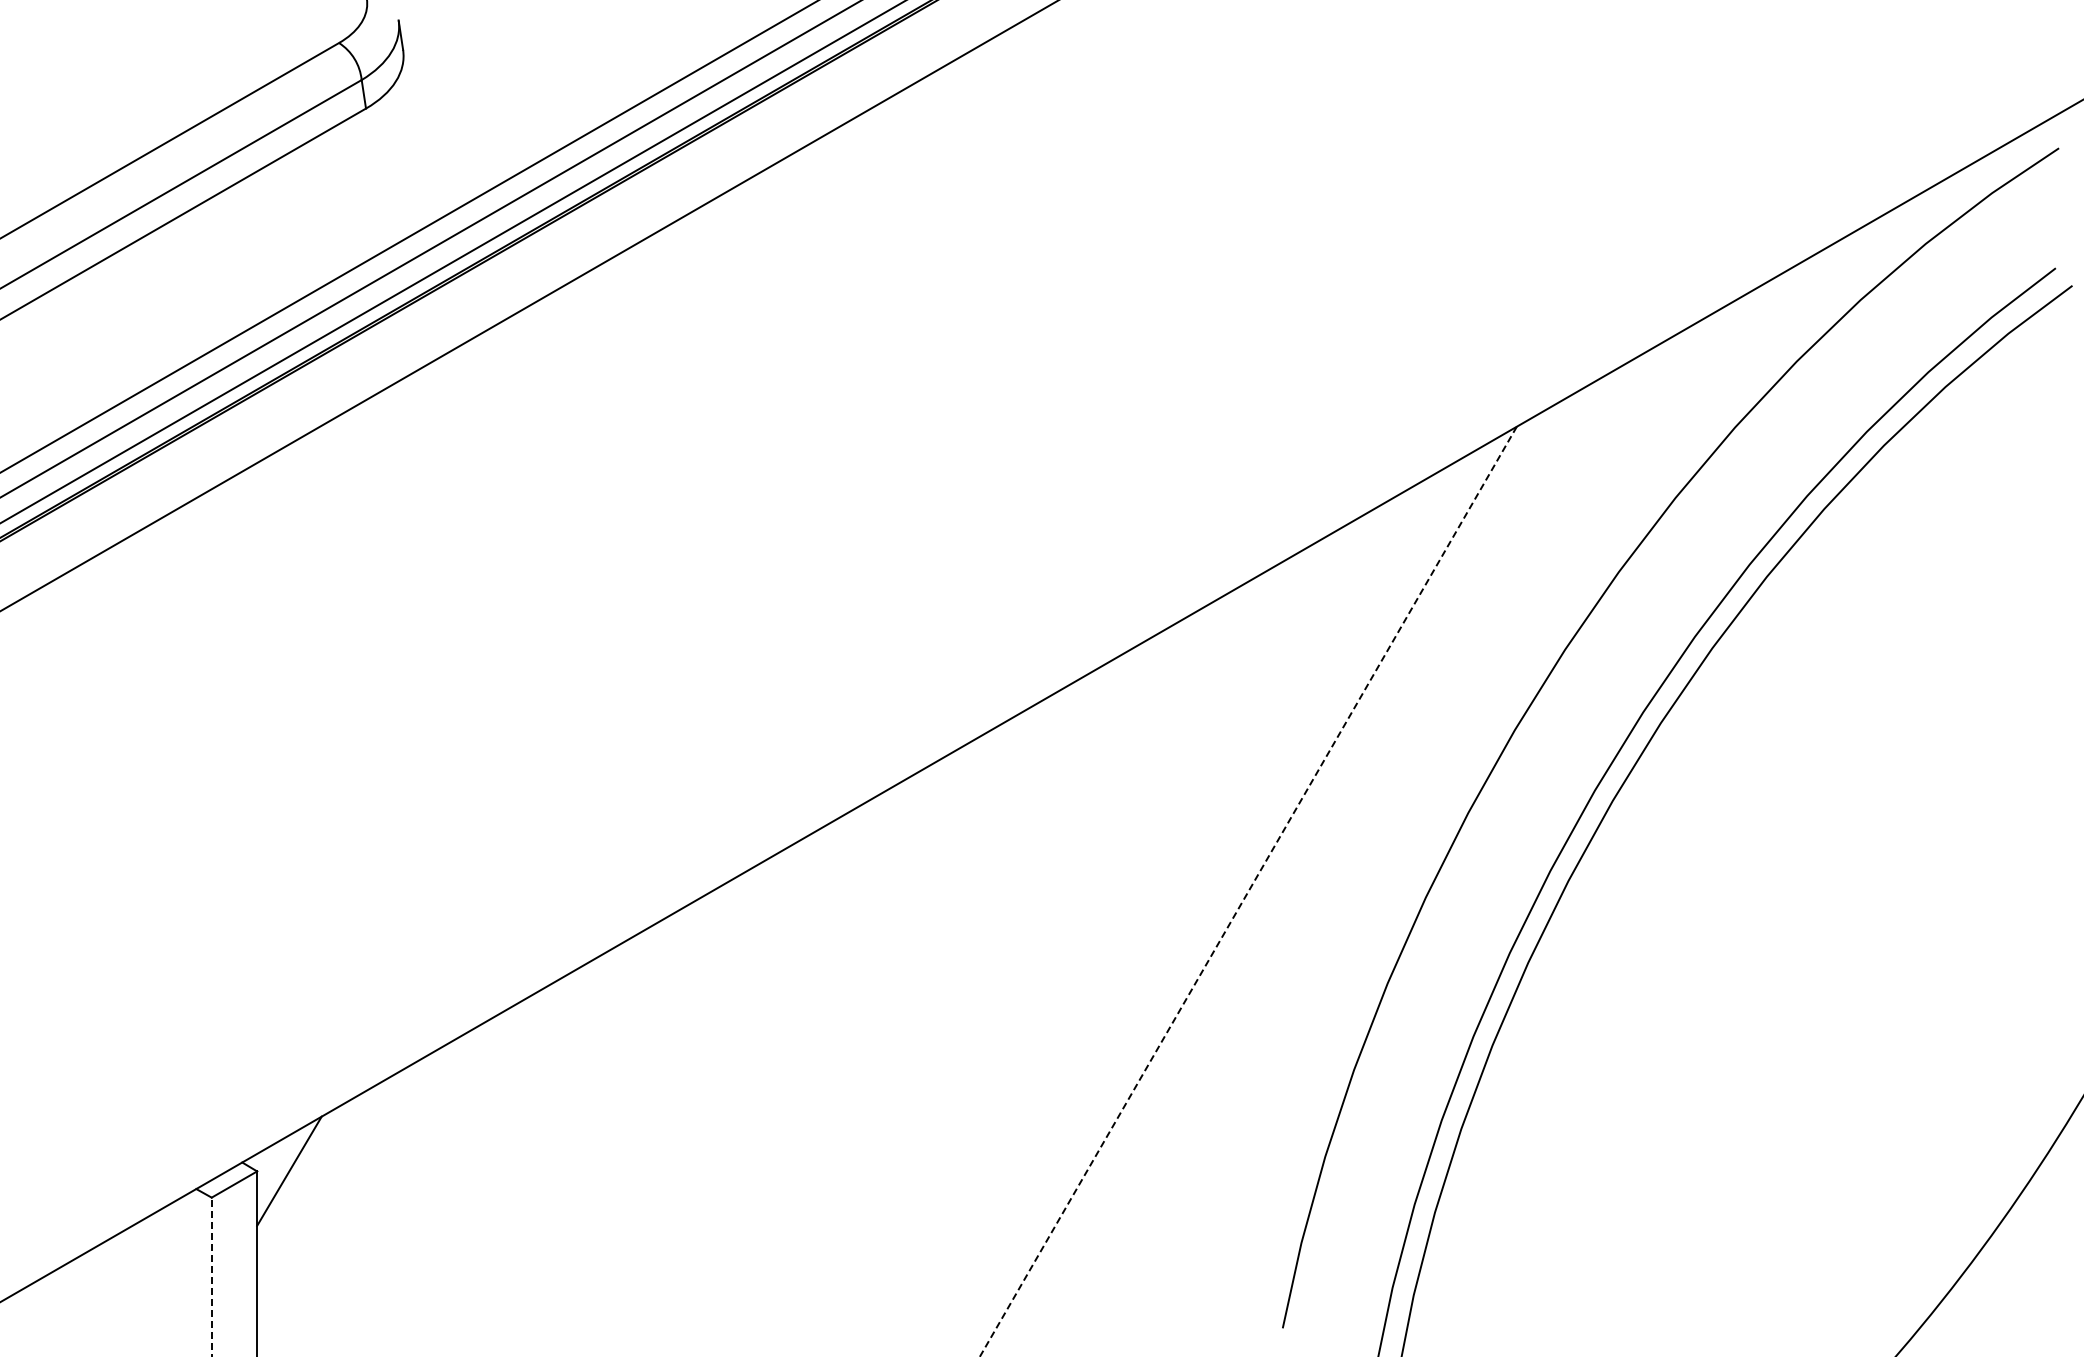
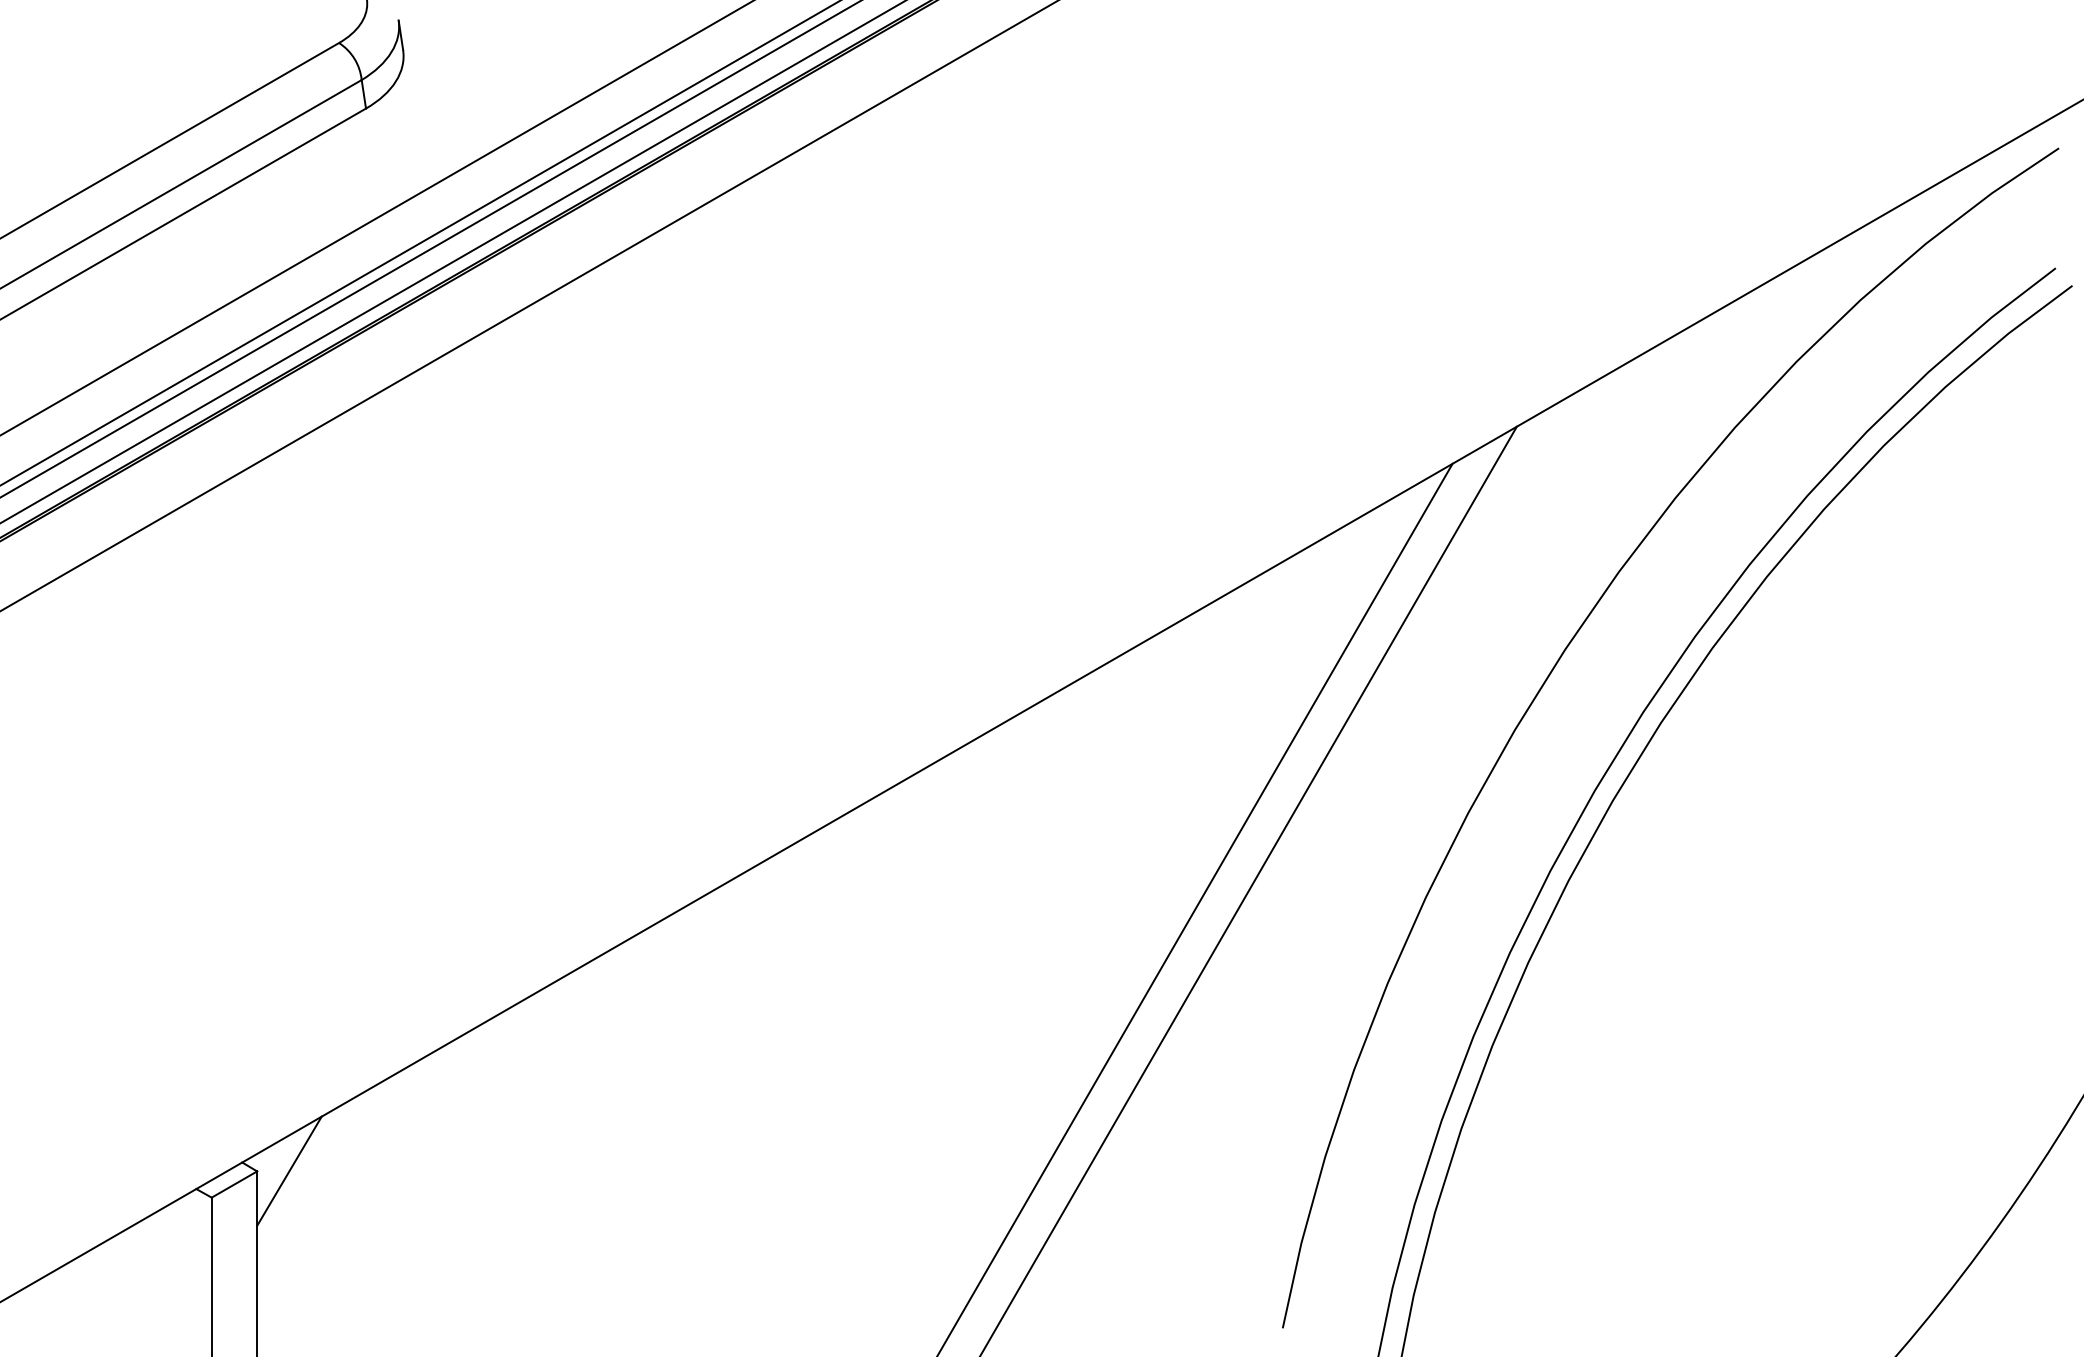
line at (408, 236) position: (408, 236) -> (376, 218)
line at (419, 243): none -> present
line at (1248, 891): dashed -> solid
line at (1195, 908): none -> present
line at (211, 1276): dashed -> solid
